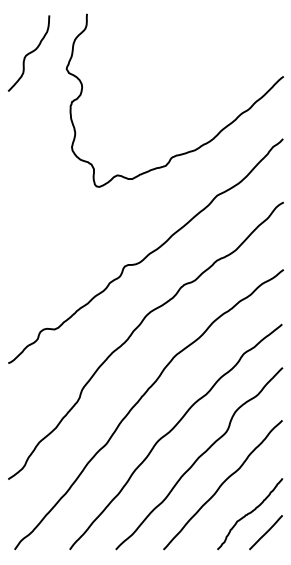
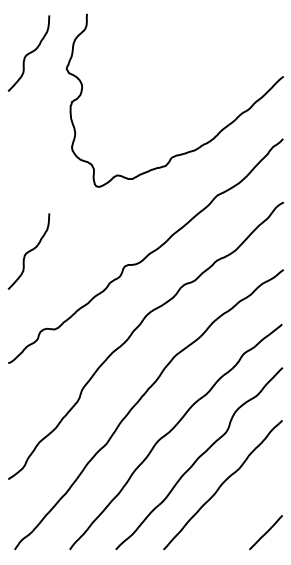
curve at (28, 251): none -> present
curve at (250, 513): present -> none
